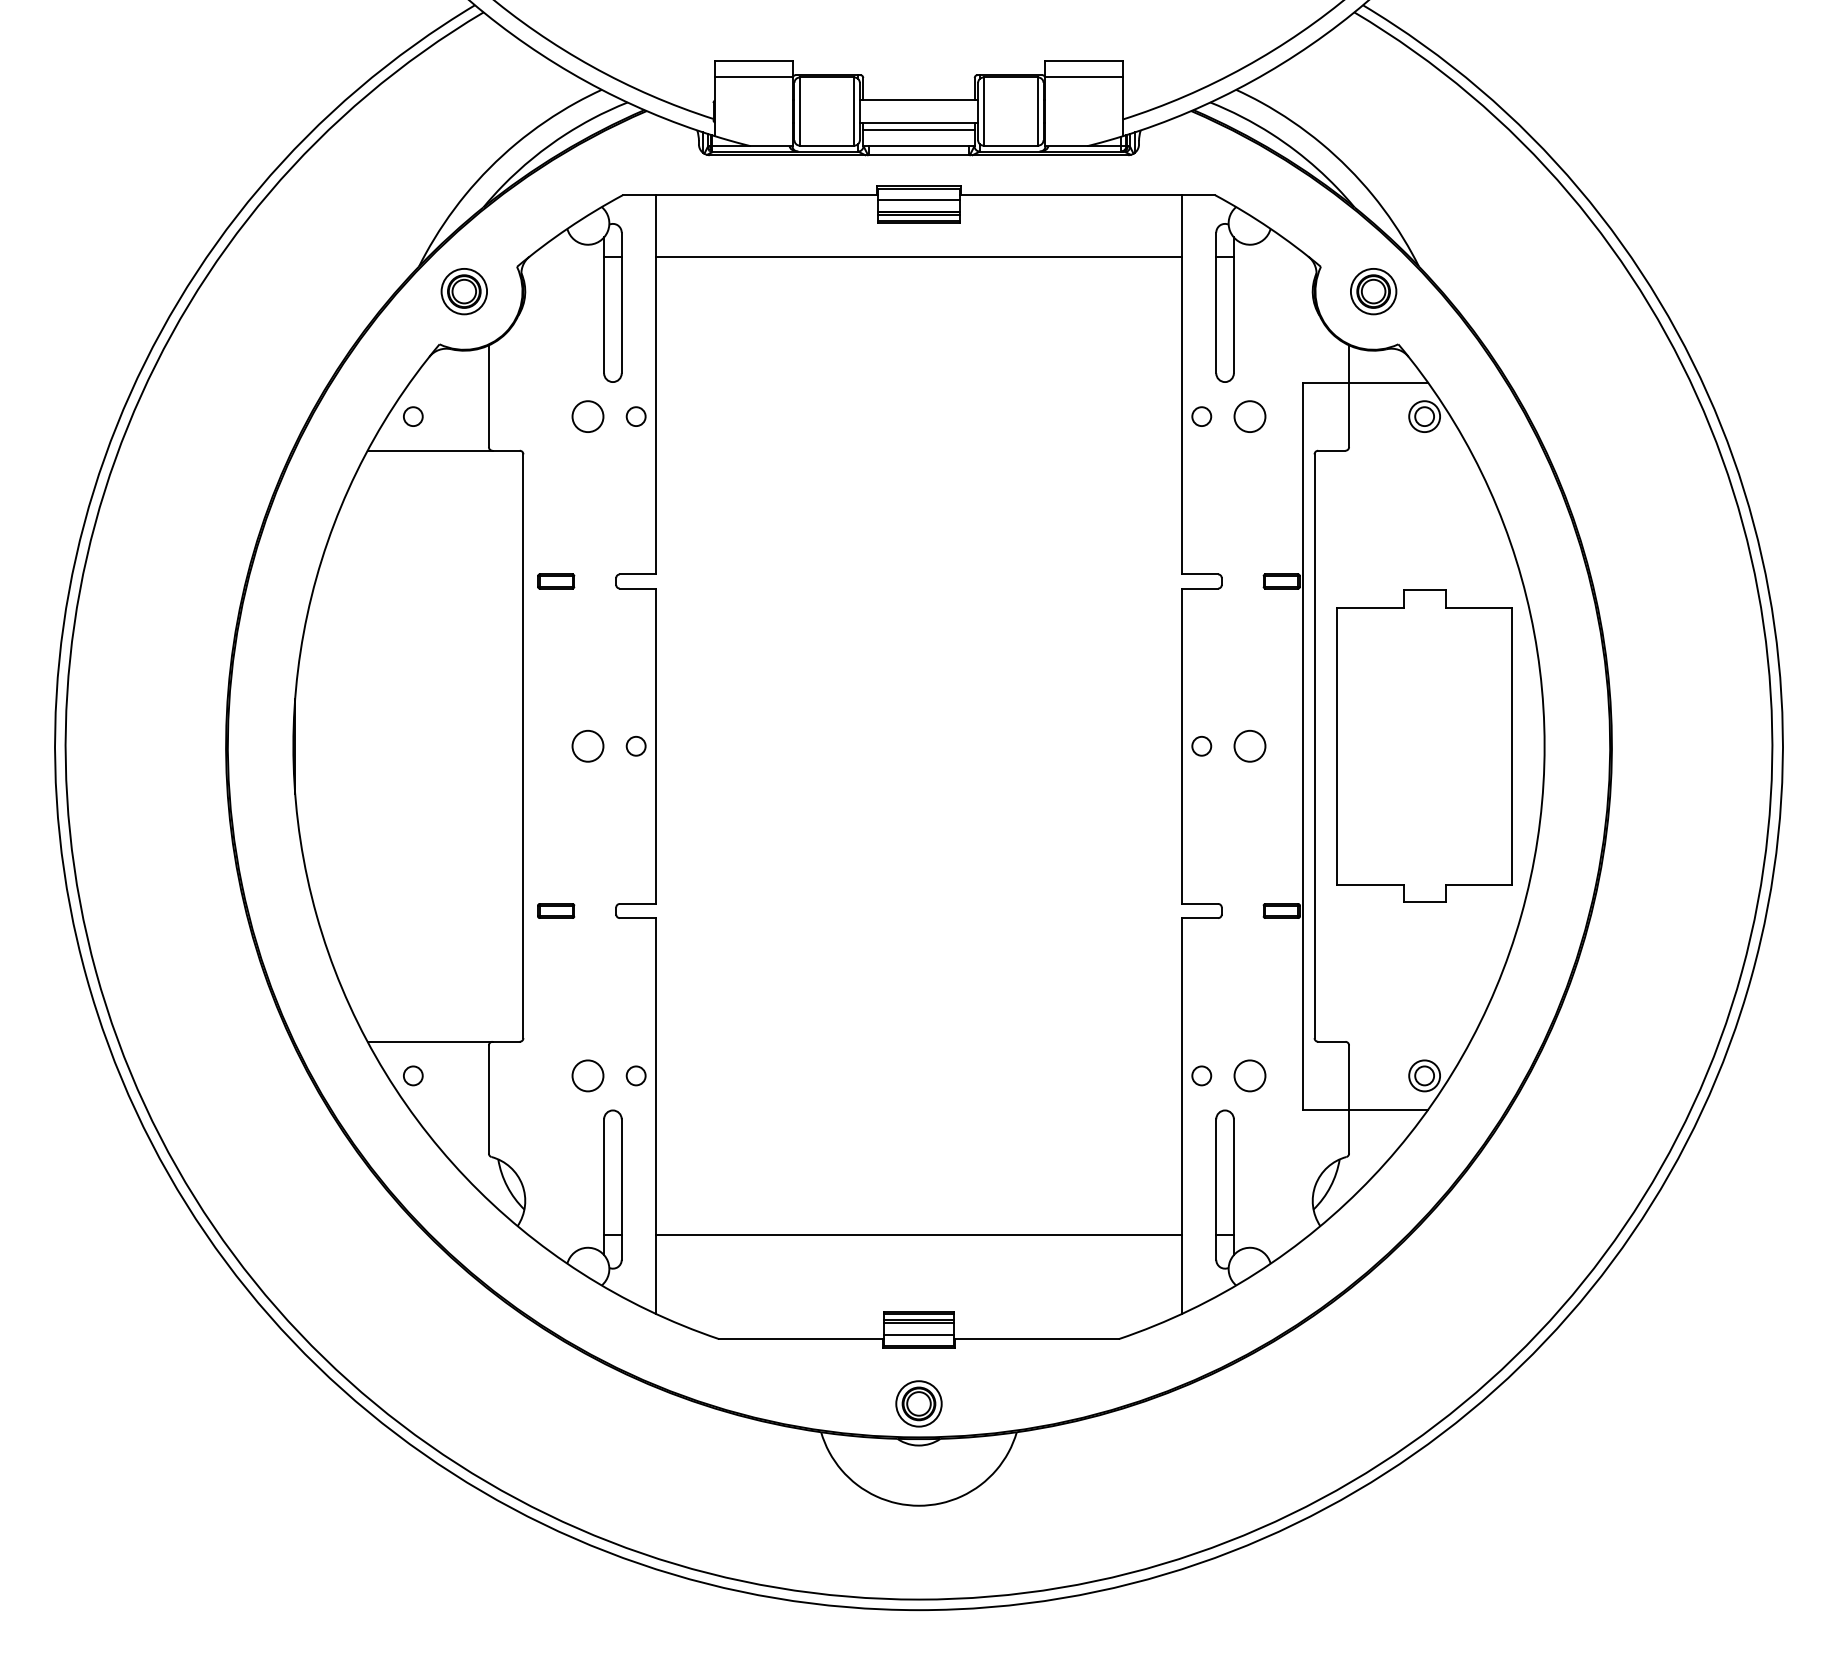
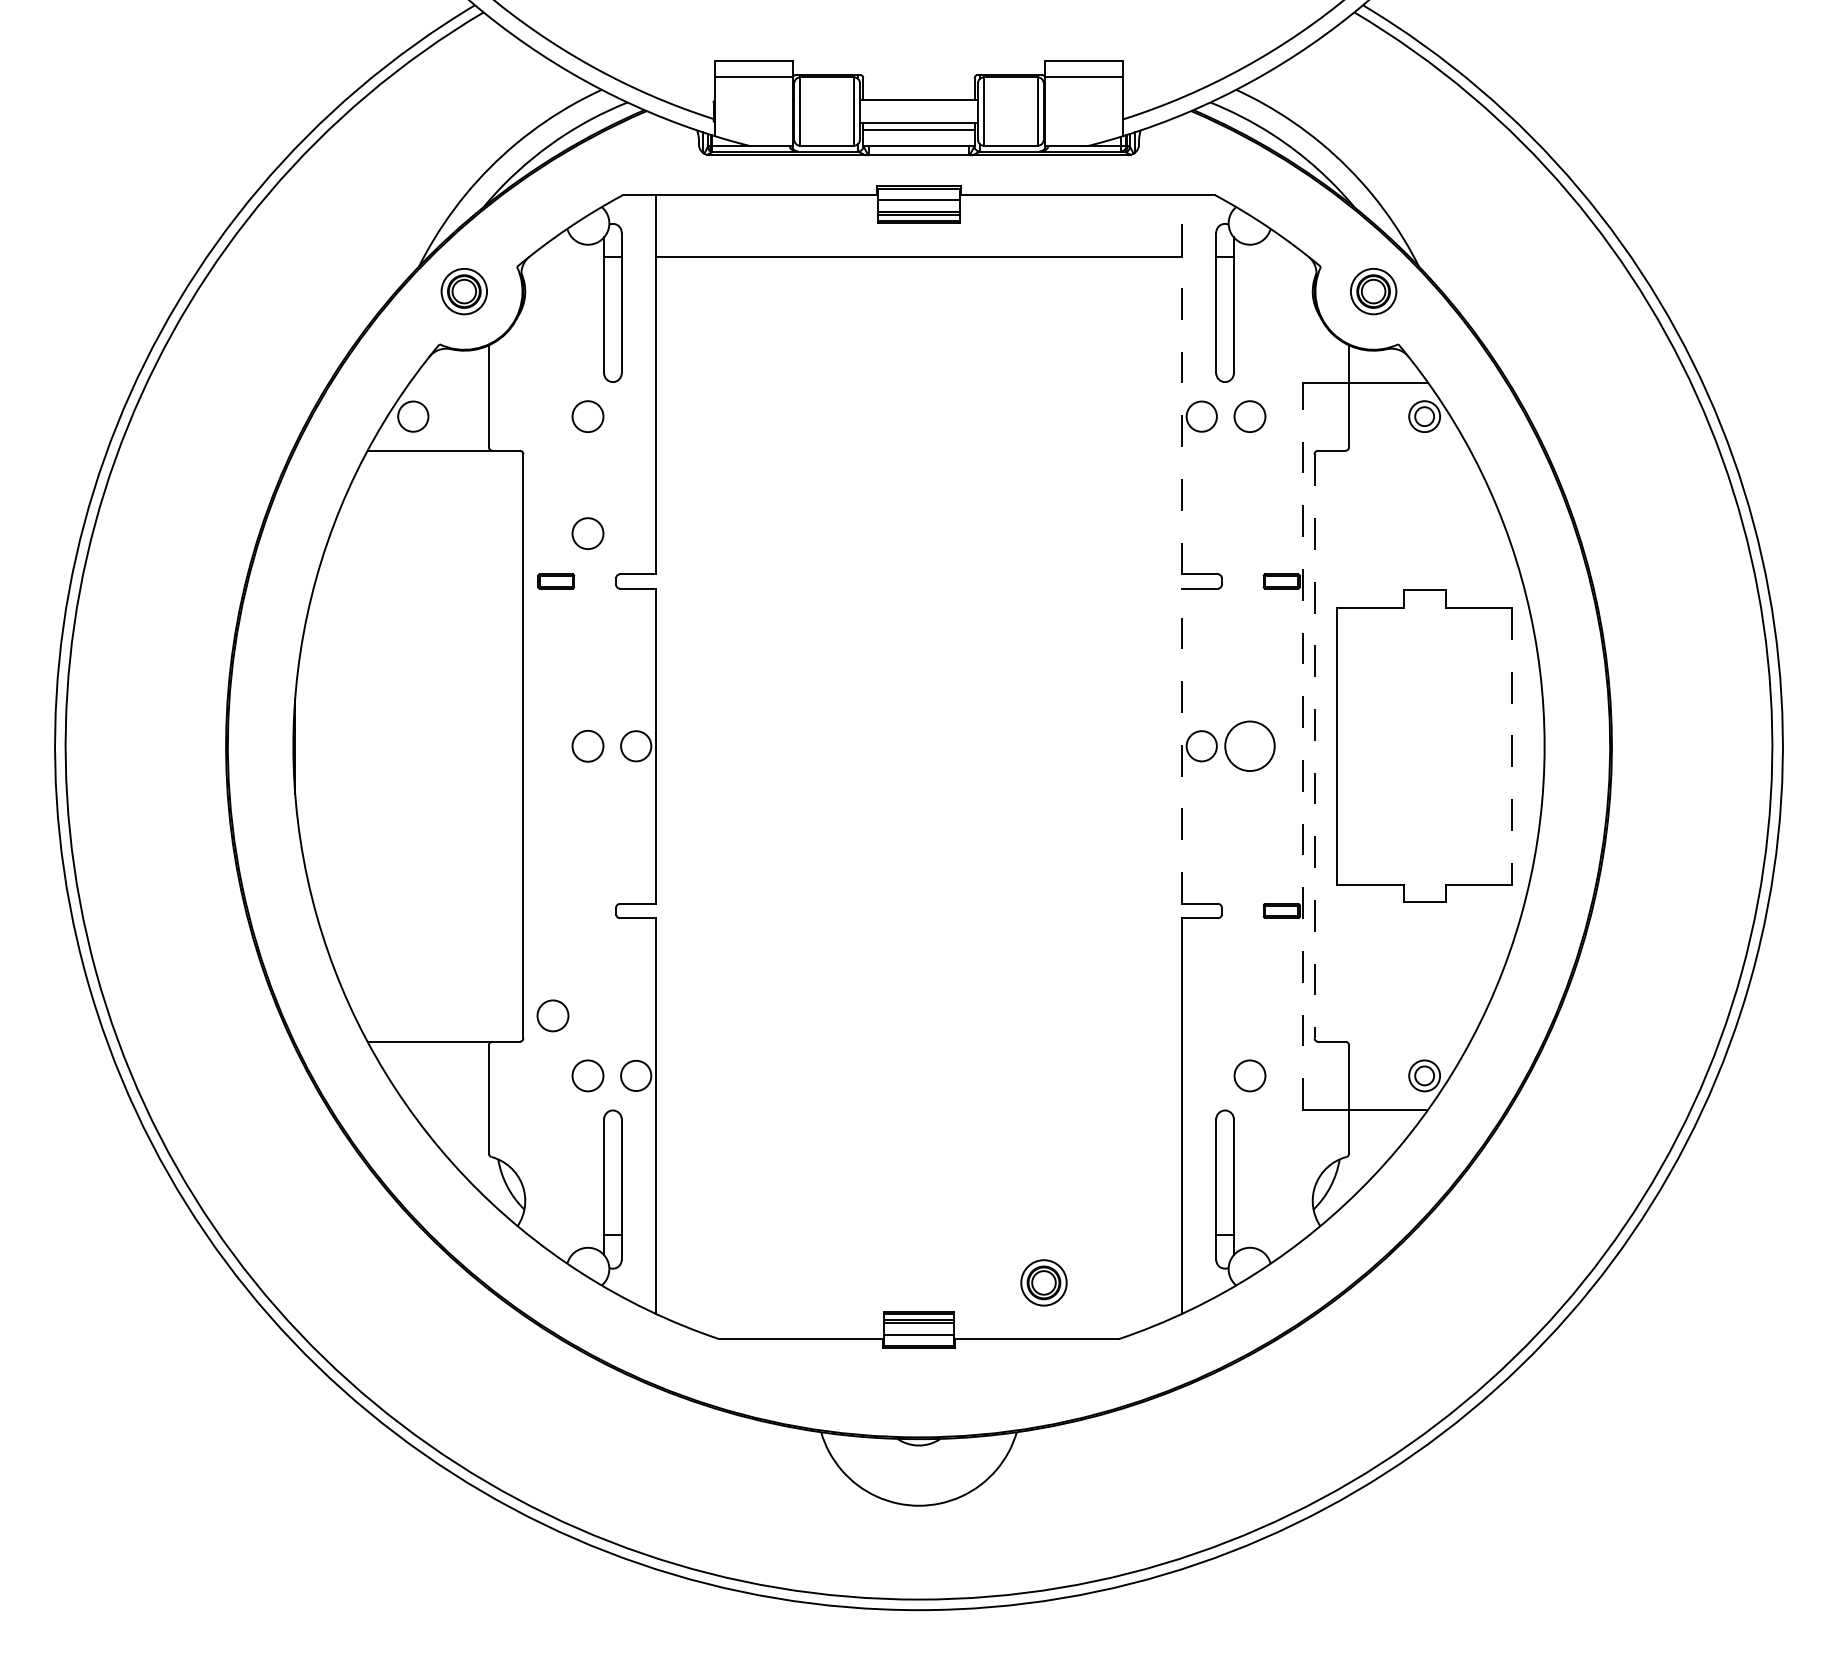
line at (1181, 384): solid -> dashed
circle at (412, 416) diameter: 19 px -> 30 px
circle at (635, 416): present -> none
circle at (1201, 416) diameter: 19 px -> 30 px
circle at (587, 533): none -> present
circle at (635, 745) diameter: 19 px -> 30 px
circle at (1201, 745) diameter: 19 px -> 30 px
circle at (1249, 745) diameter: 31 px -> 49 px
line at (1181, 746): solid -> dashed
line at (1302, 746): solid -> dashed
line at (1314, 746): solid -> dashed
line at (1512, 746): solid -> dashed
part at (556, 910): present -> none
circle at (552, 1015): none -> present
circle at (413, 1075): present -> none
circle at (635, 1075) diameter: 19 px -> 30 px
circle at (1201, 1075): present -> none
line at (918, 1235): present -> none
part at (918, 1403) position: (918, 1403) -> (1043, 1282)
